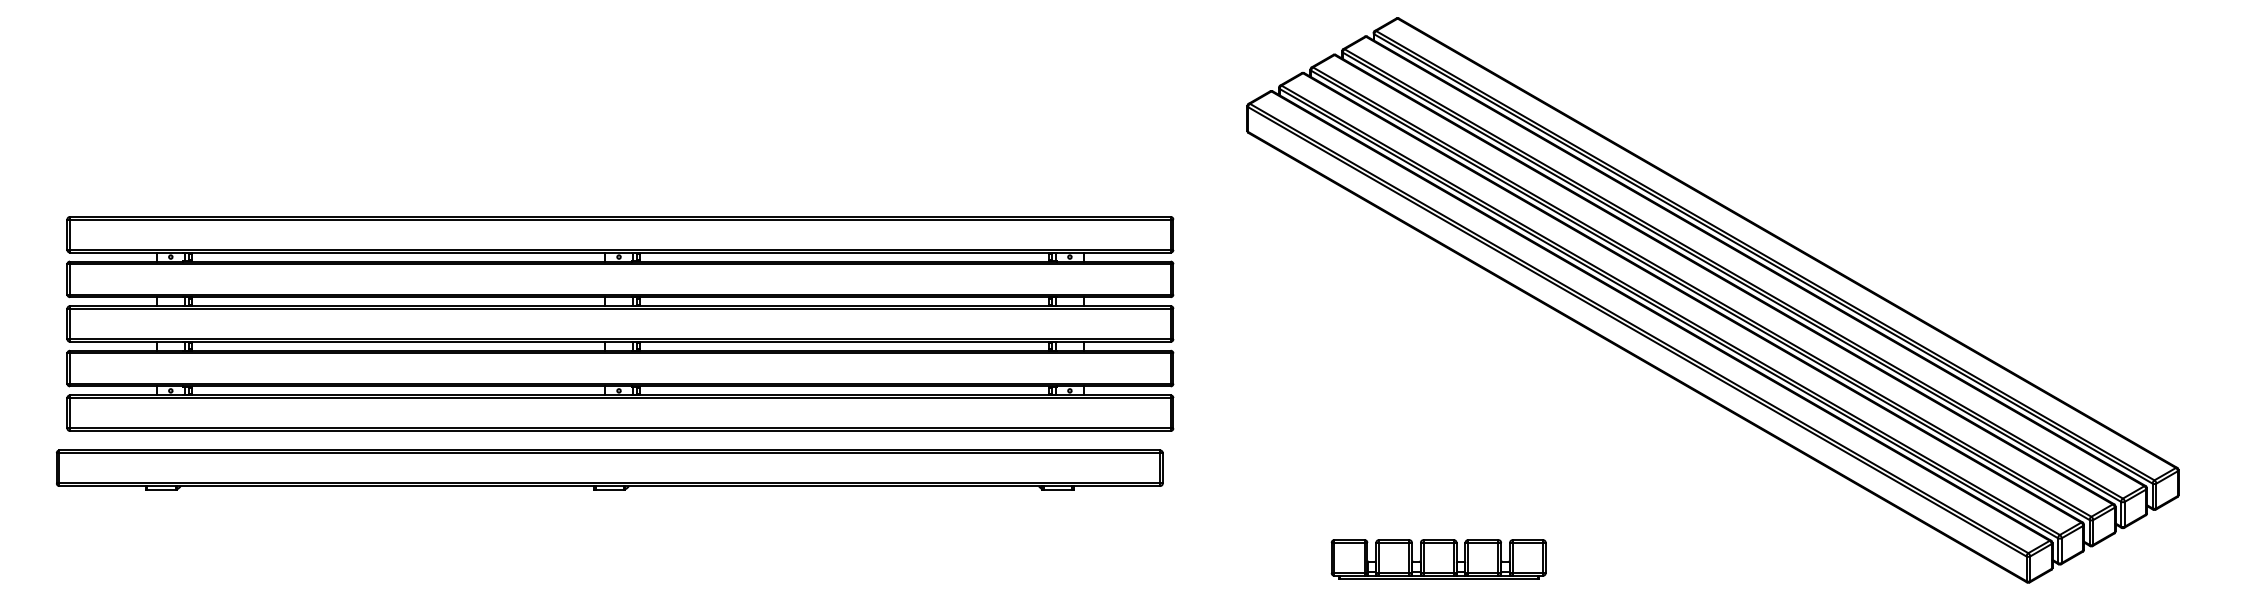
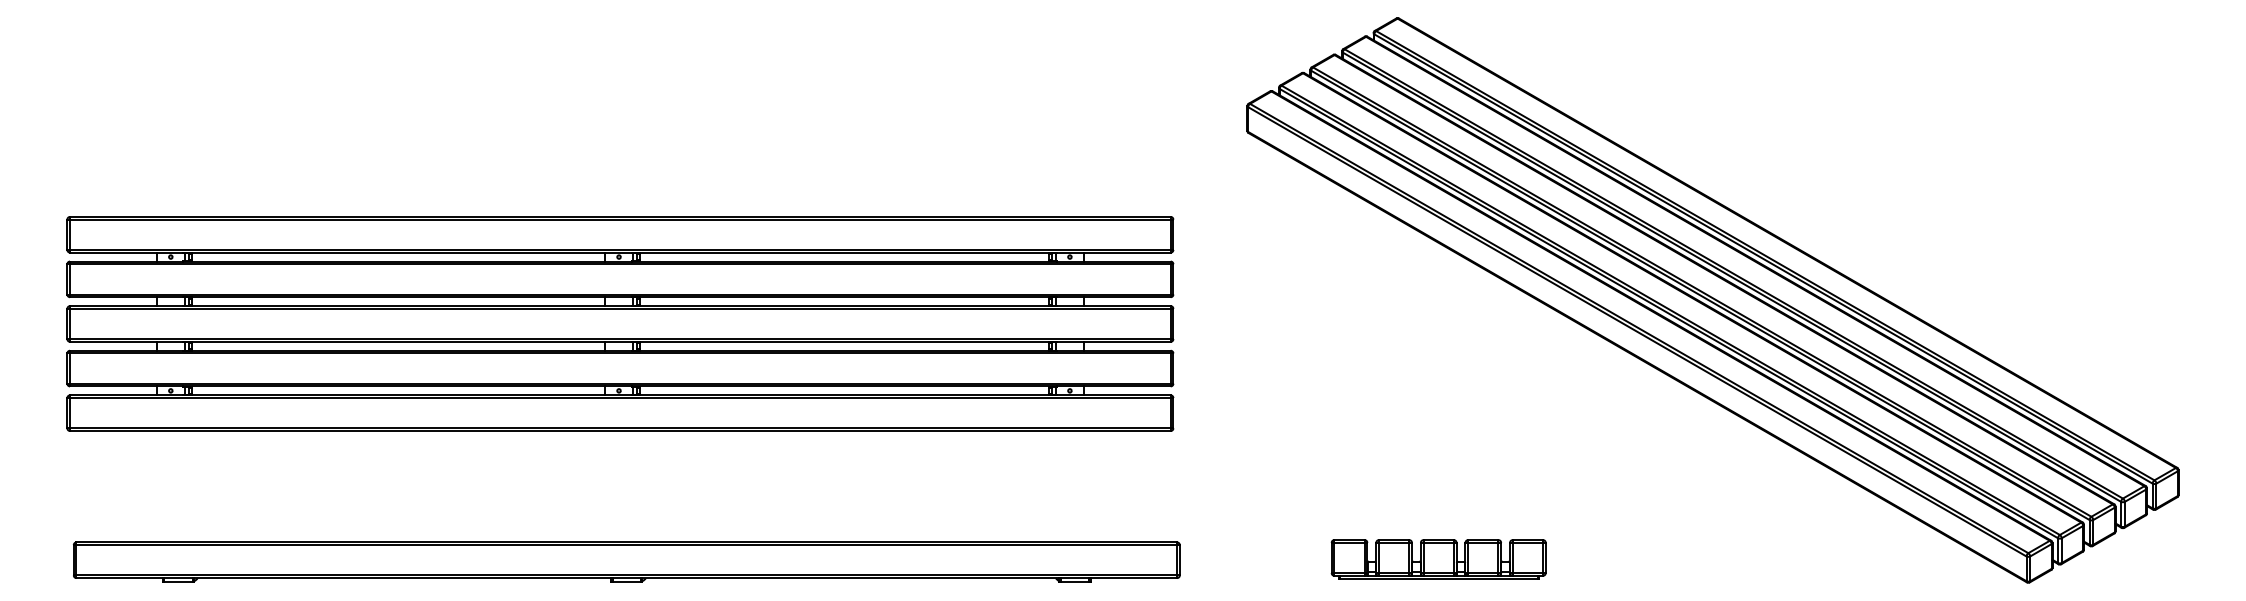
part at (609, 469) position: (609, 469) -> (626, 561)
